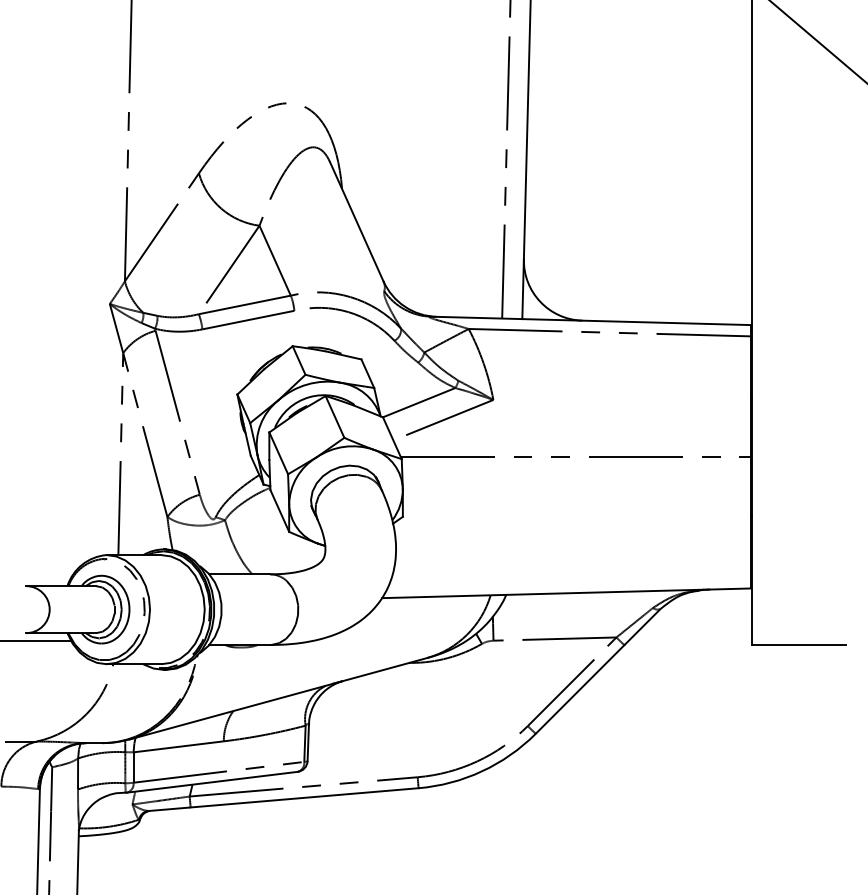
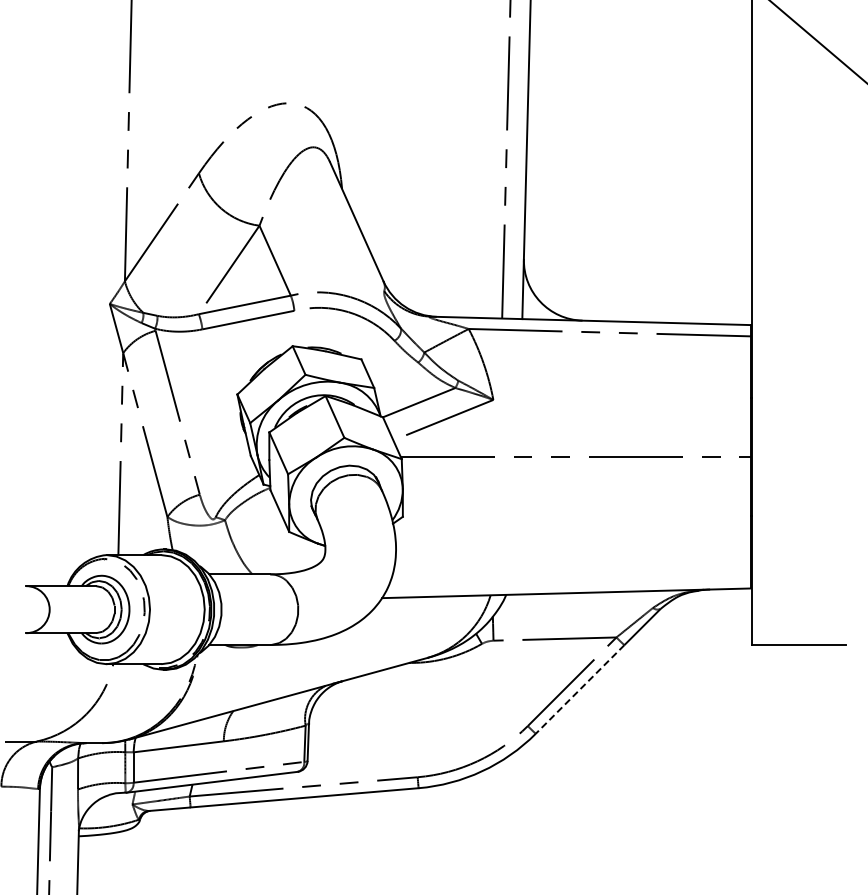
line at (36, 640): present -> none
line at (580, 689): solid -> dashed
